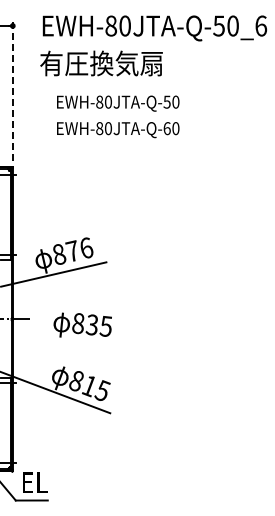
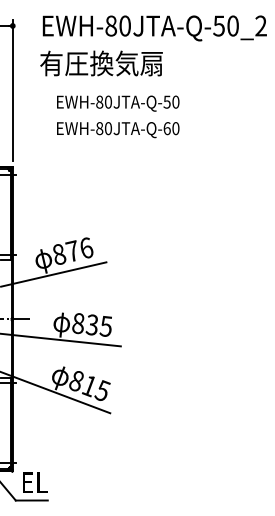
text at (261, 25): EWH-80JTA-Q-50_6 -> EWH-80JTA-Q-50_2
line at (12, 90): dashed -> solid
line at (61, 339): none -> present
